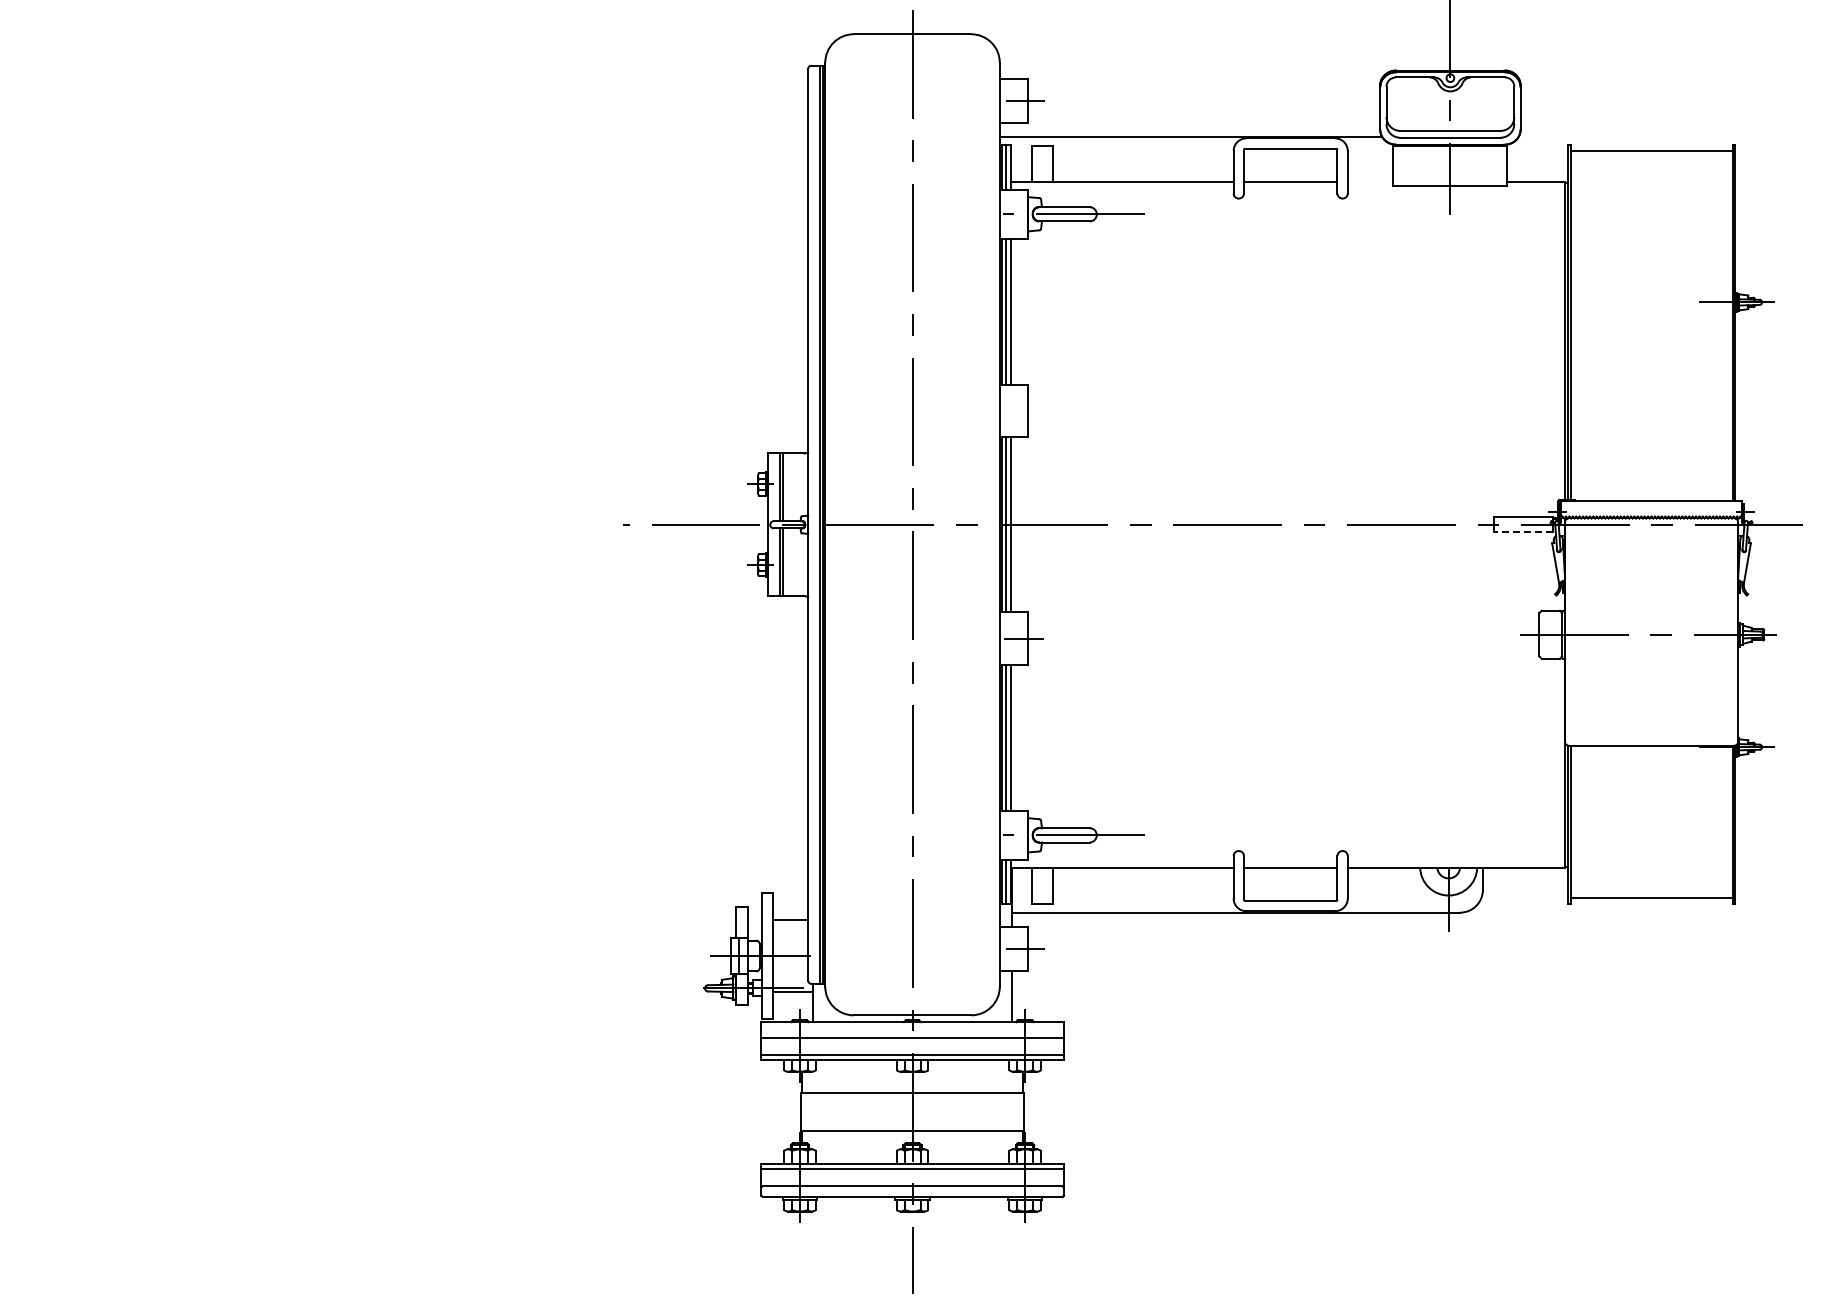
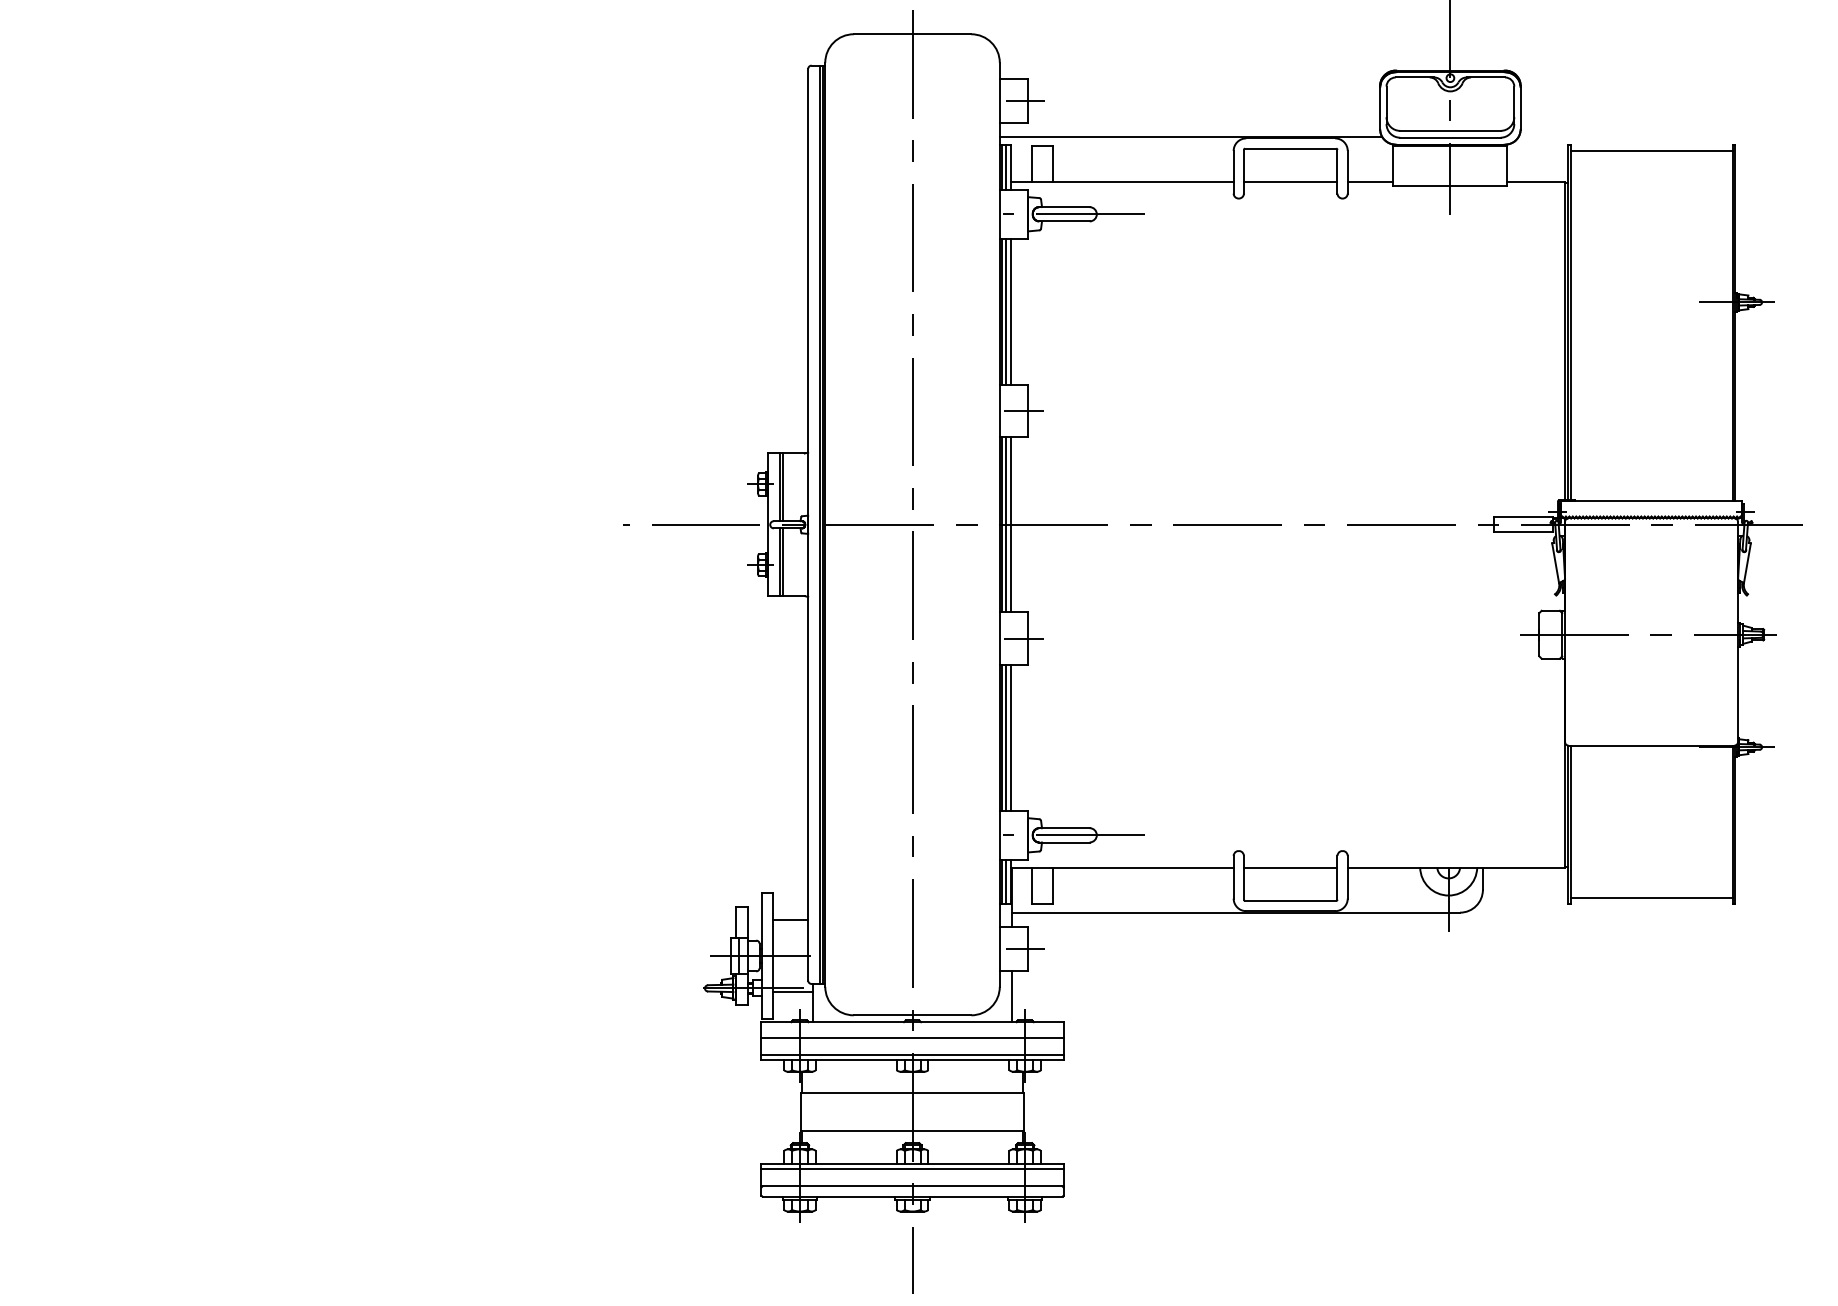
line at (1370, 182): none -> present
line at (1024, 411): none -> present
line at (1523, 532): dashed -> solid
